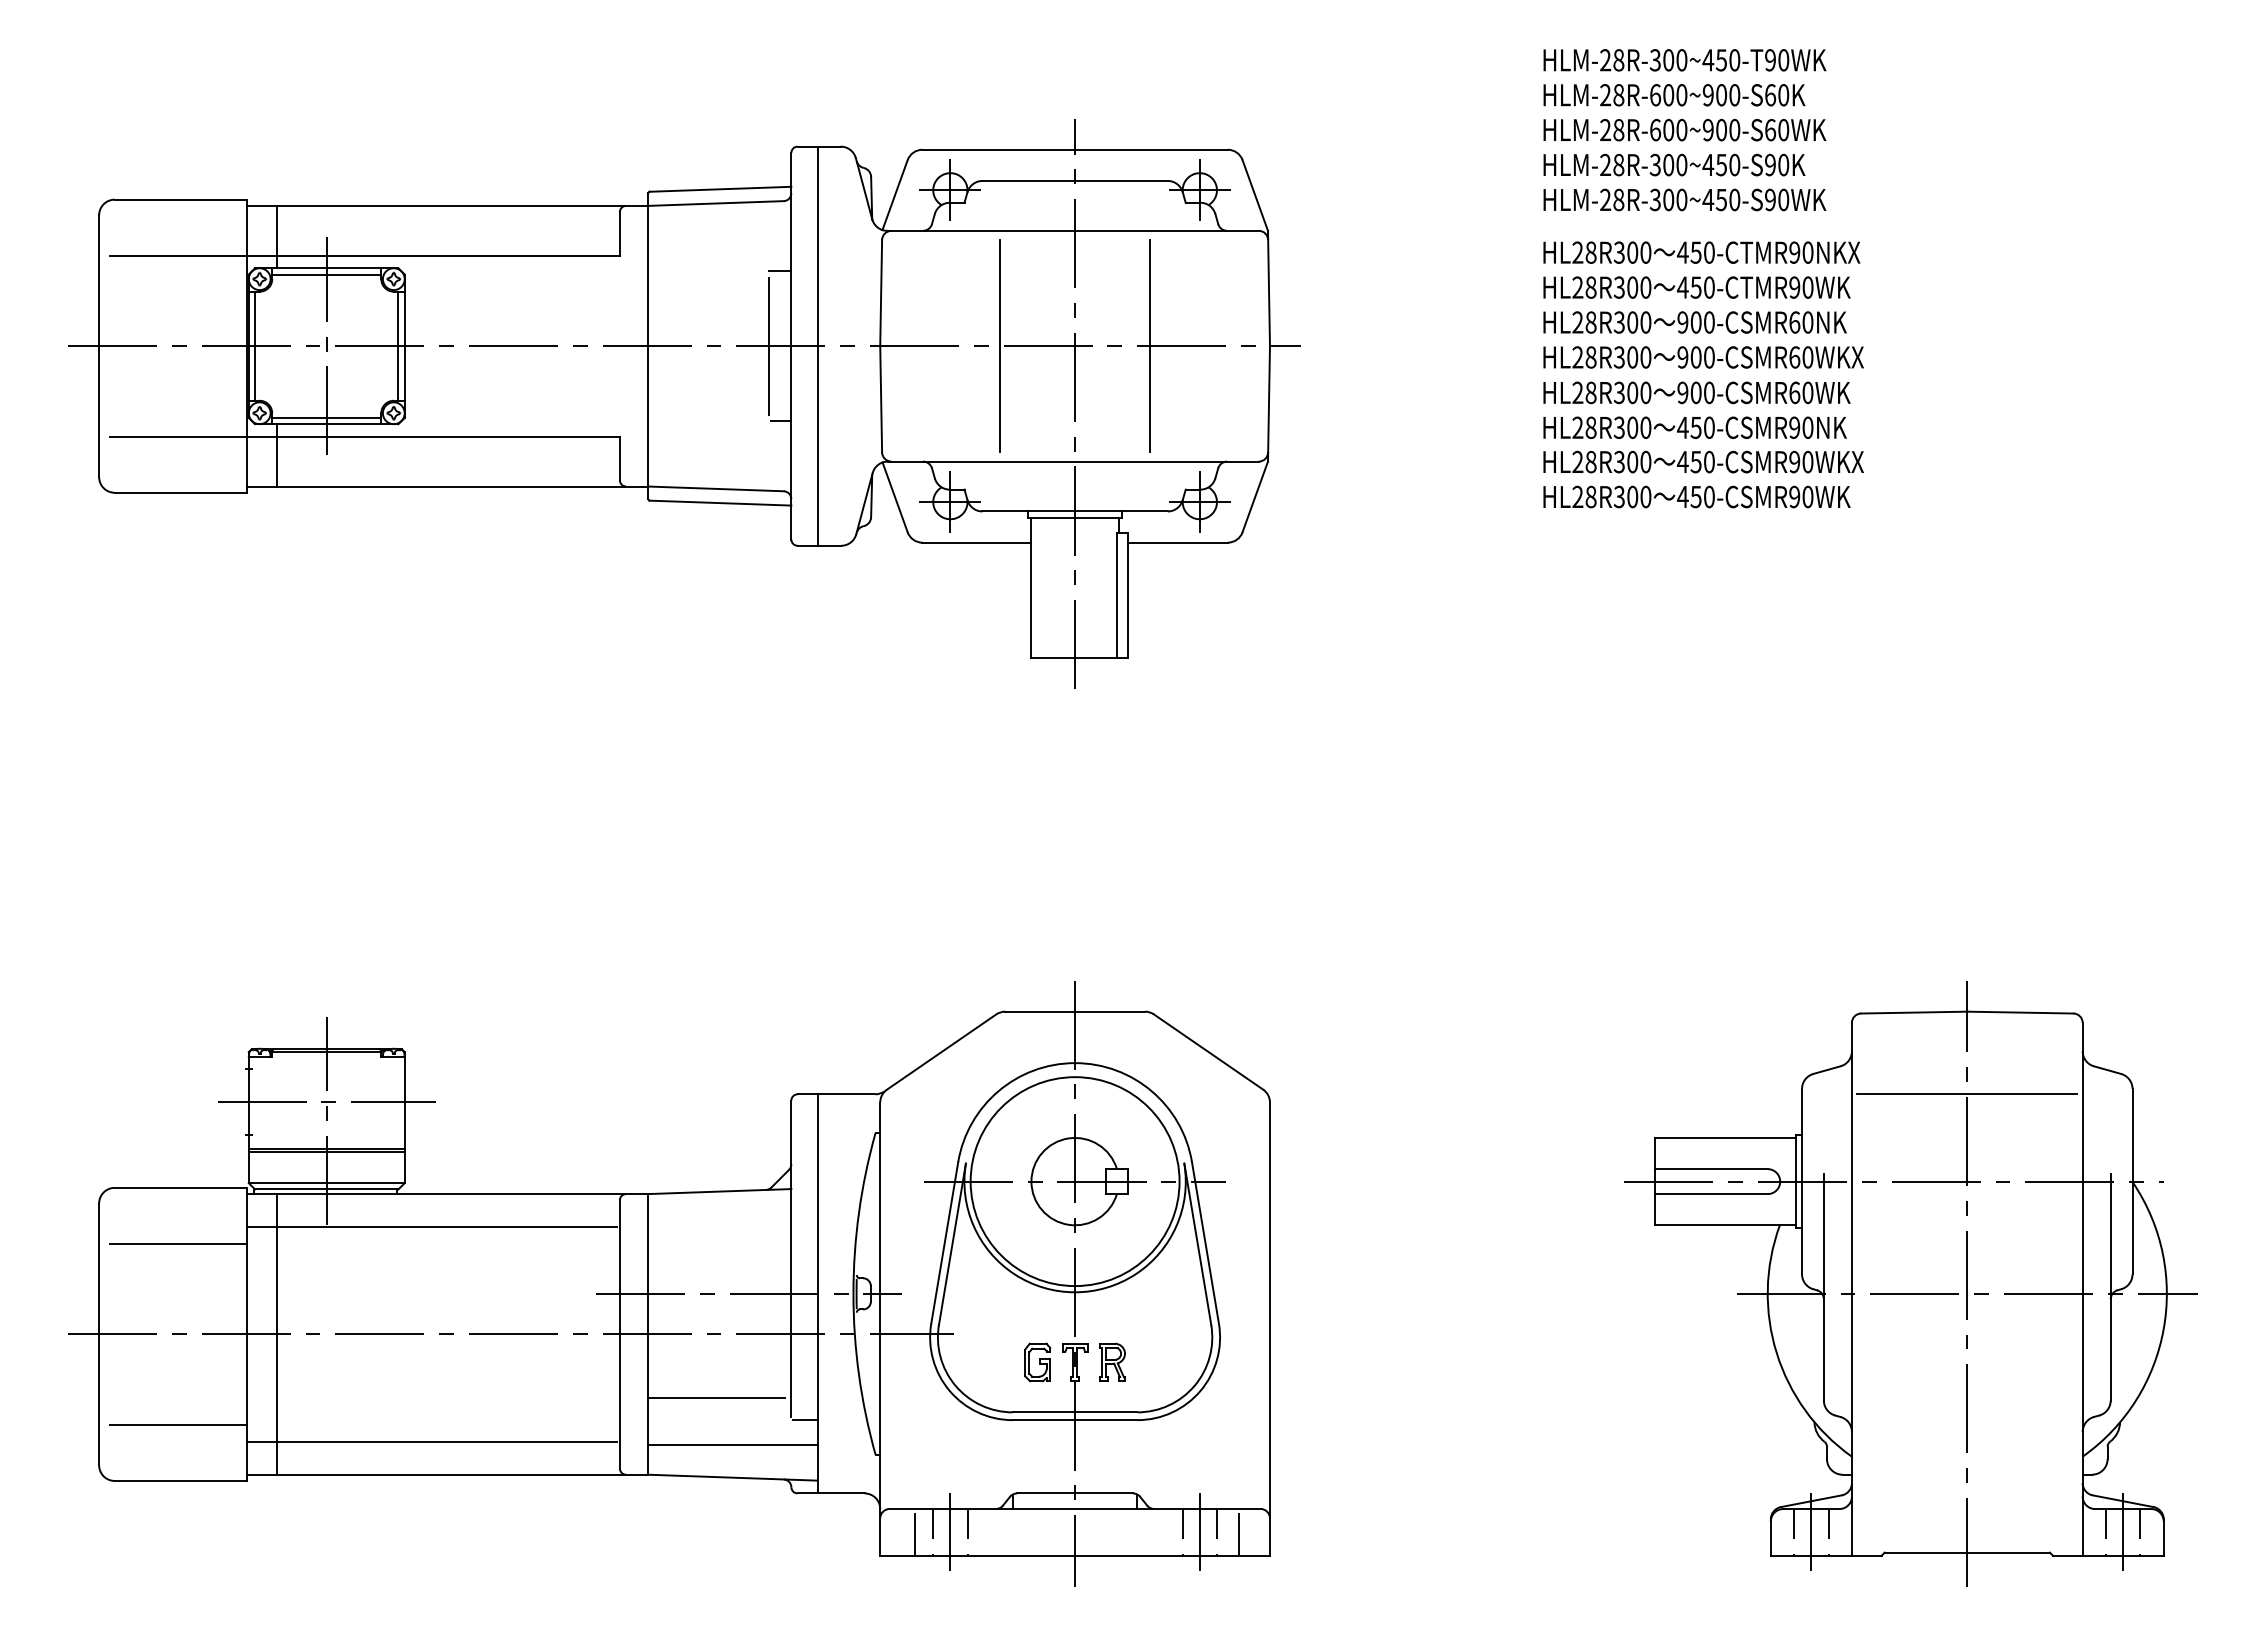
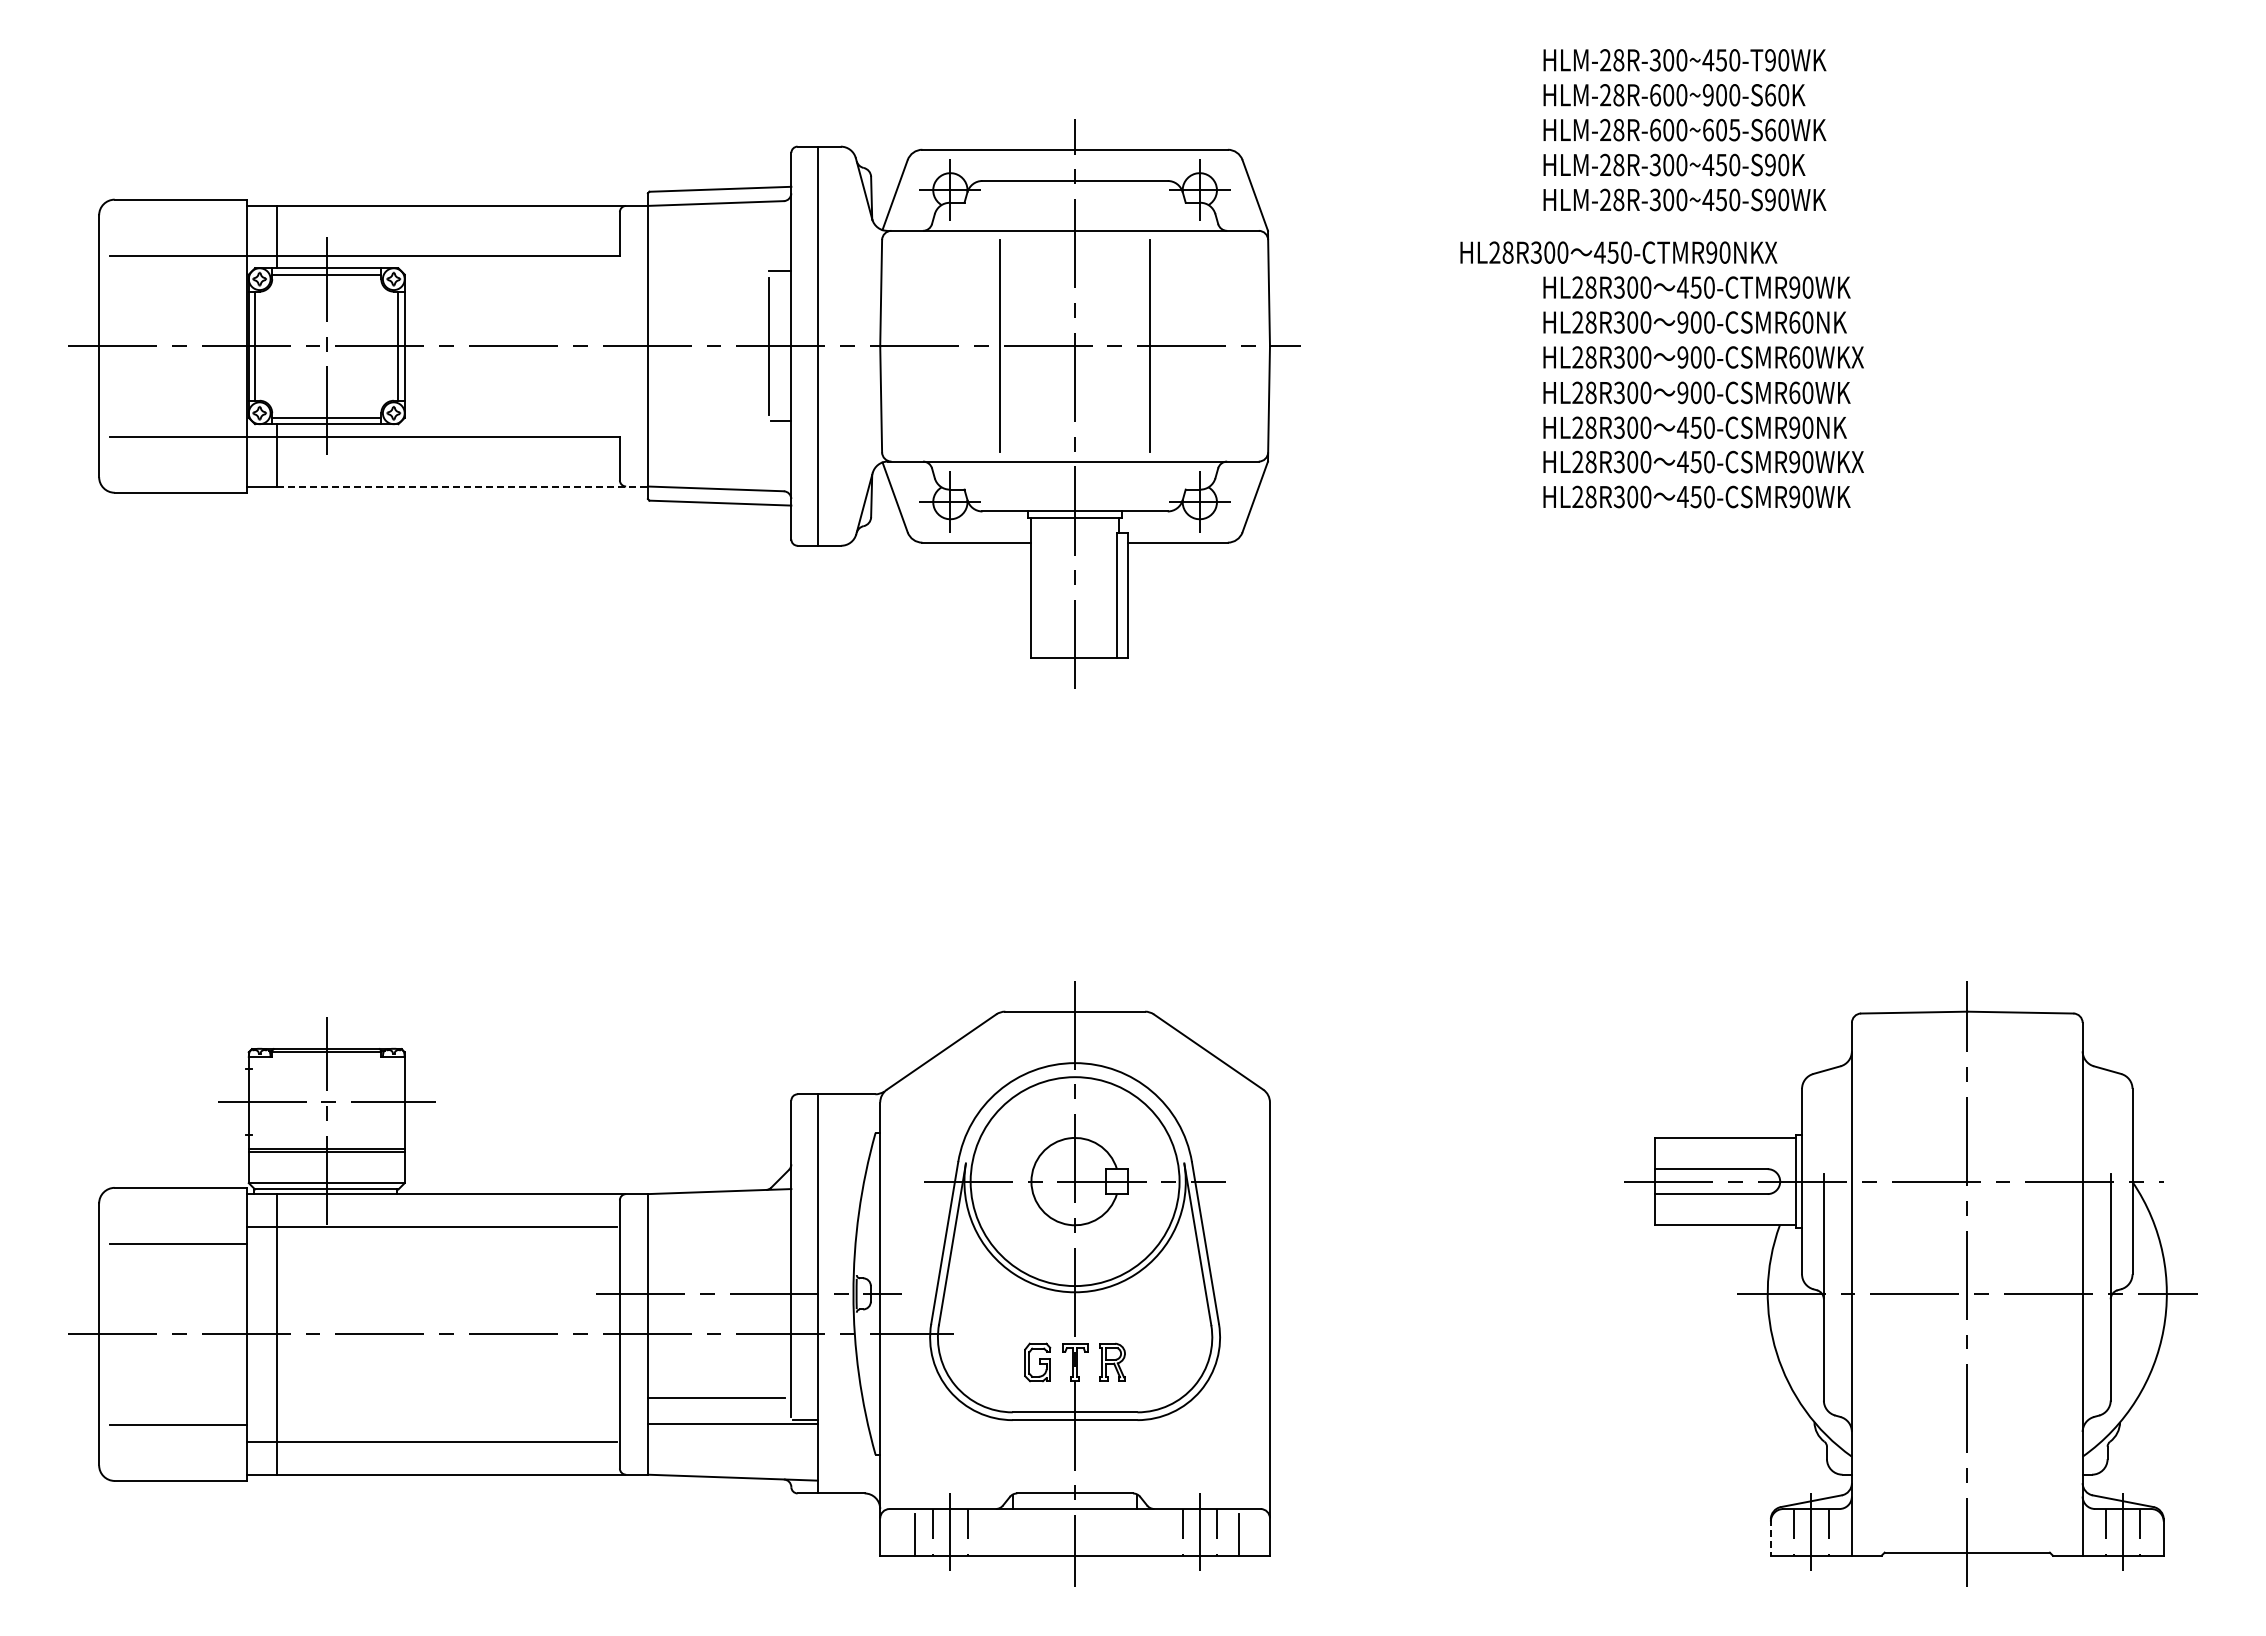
text at (1721, 129): HLM-28R-600~900-S60WK -> HLM-28R-600~605-S60WK
text at (1701, 252) position: (1701, 252) -> (1618, 252)
line at (462, 486): solid -> dashed
line at (1966, 1094): present -> none
line at (732, 1445) position: (732, 1445) -> (732, 1424)
line at (1770, 1538): solid -> dashed
